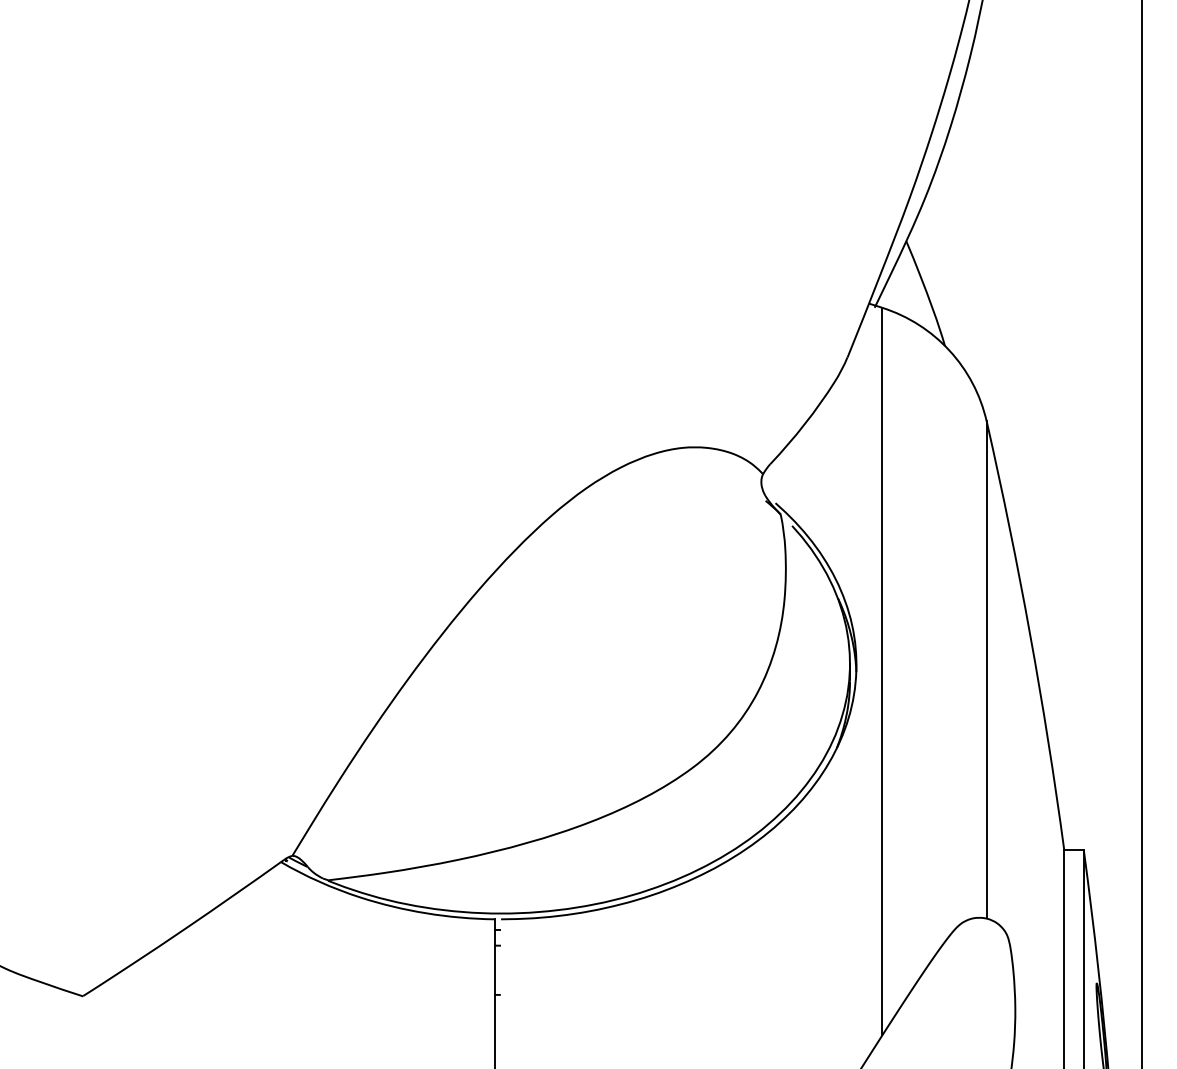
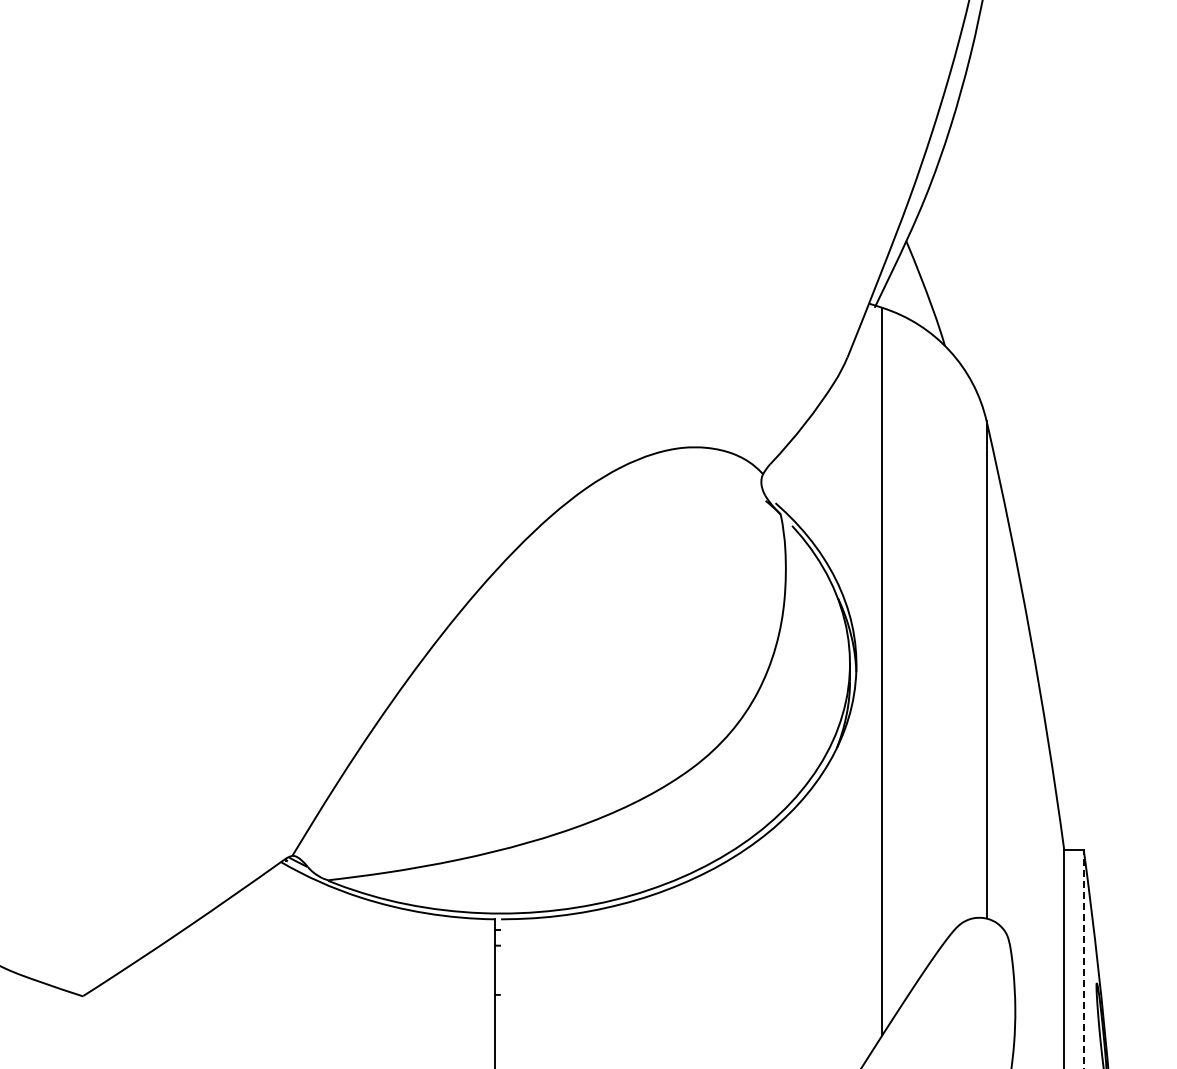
line at (1141, 533): present -> none
line at (1083, 958): solid -> dashed
